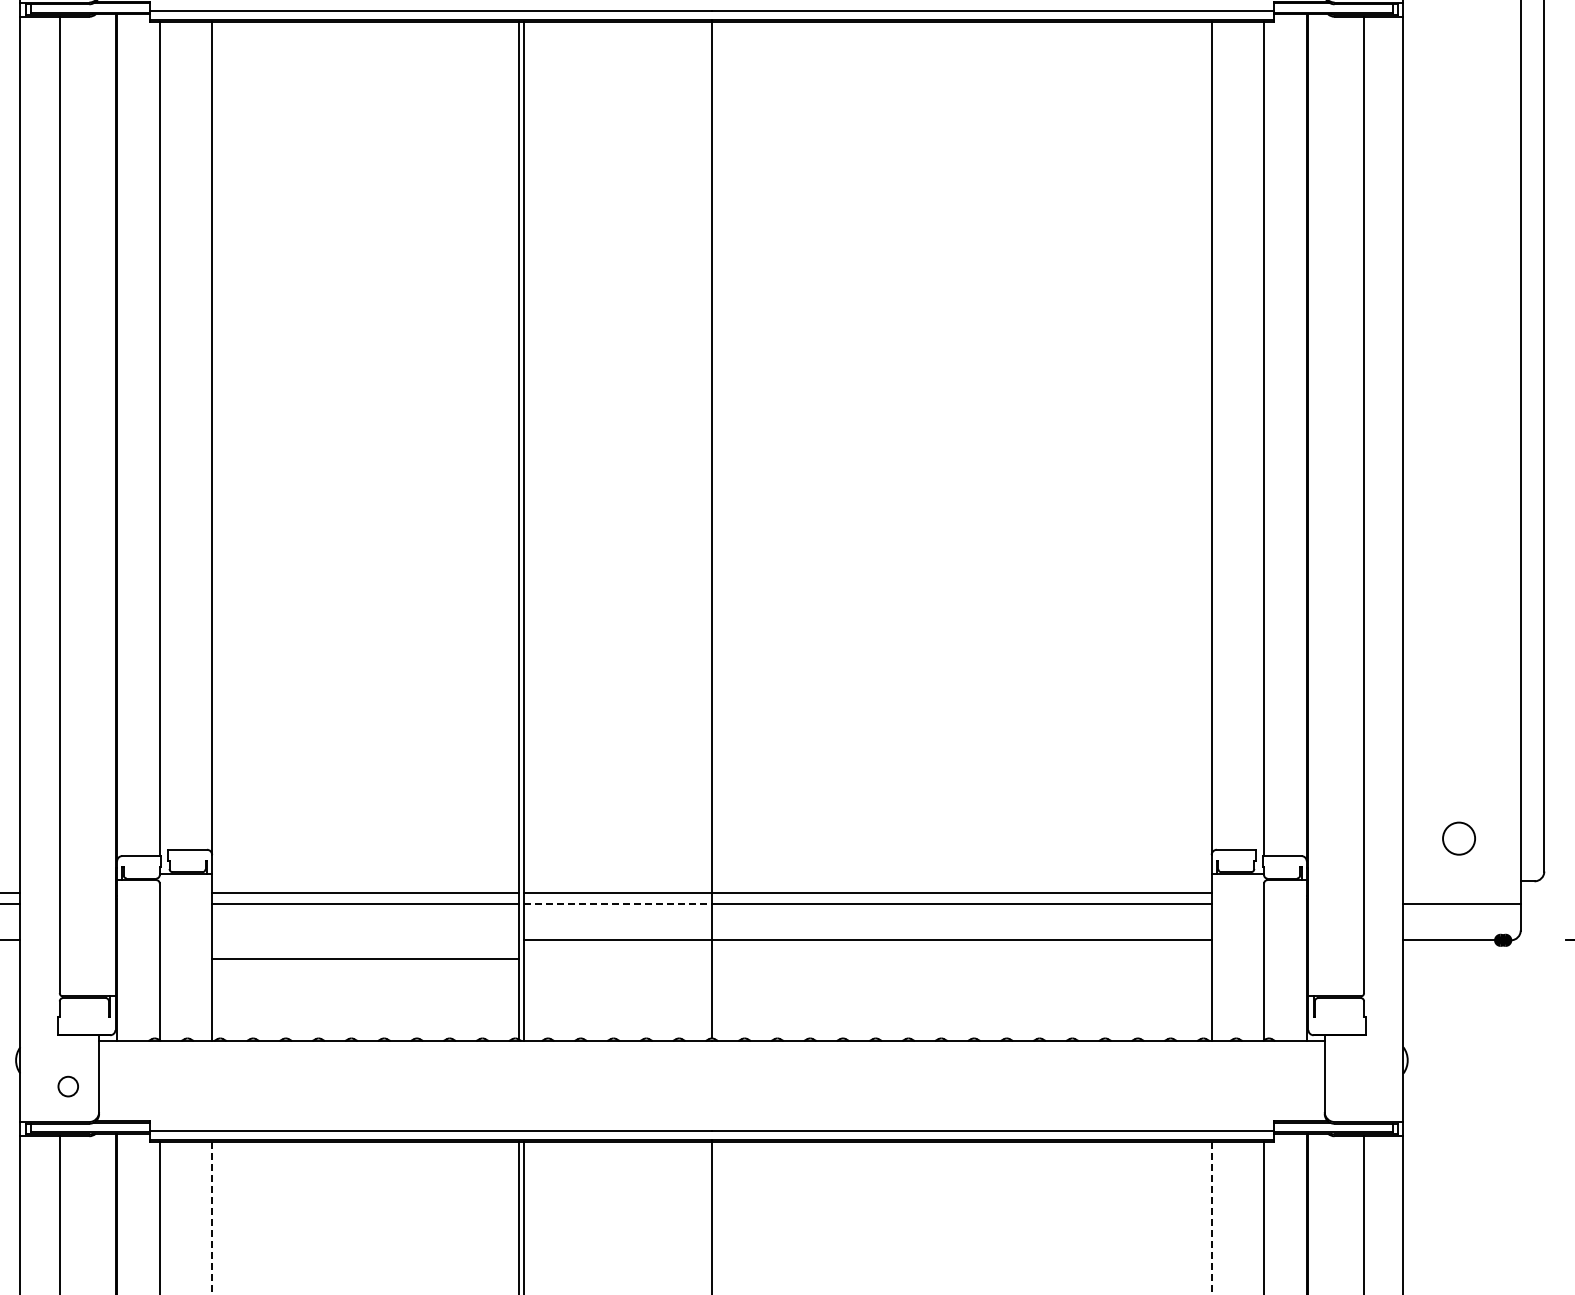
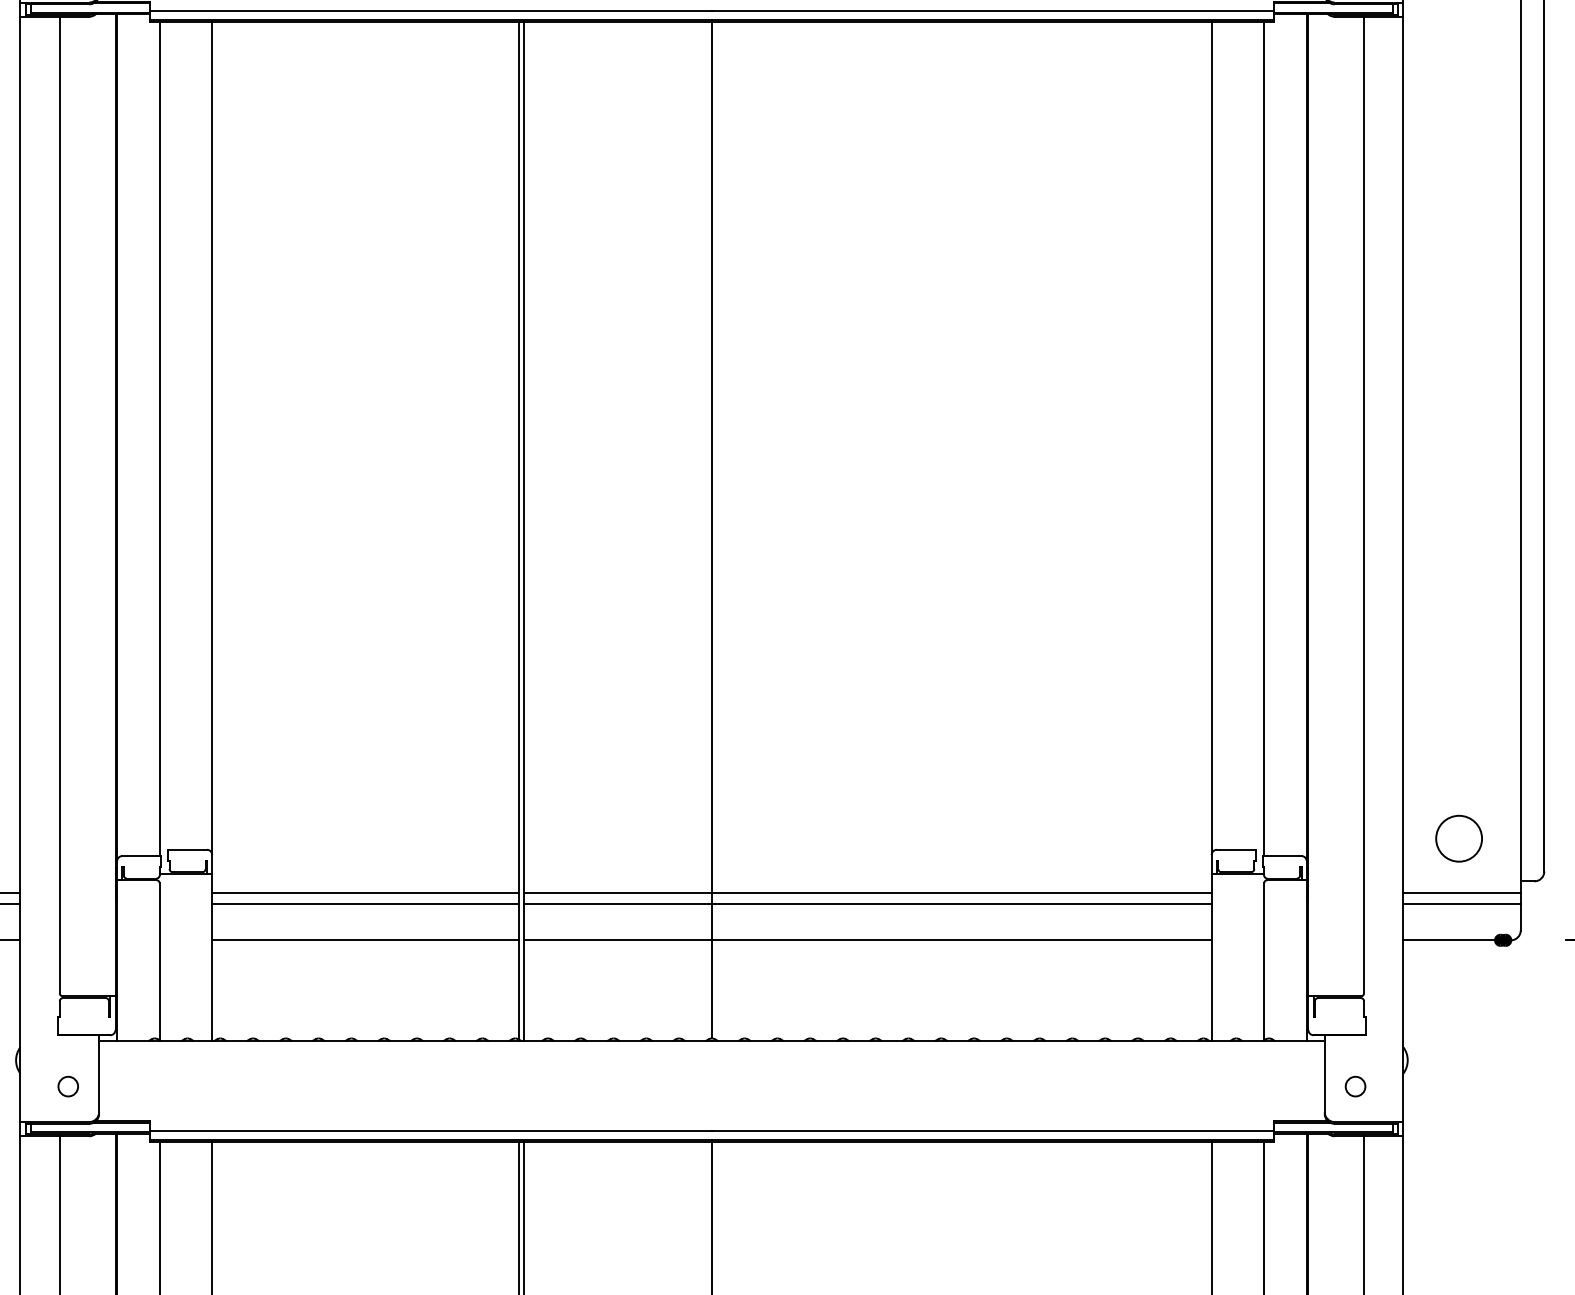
circle at (1458, 838) size: 34x35 px -> 48x49 px
line at (1461, 892): none -> present
line at (618, 904): dashed -> solid
line at (365, 959) position: (365, 959) -> (365, 940)
circle at (1355, 1086): none -> present
line at (212, 1217): dashed -> solid
line at (1211, 1217): dashed -> solid
